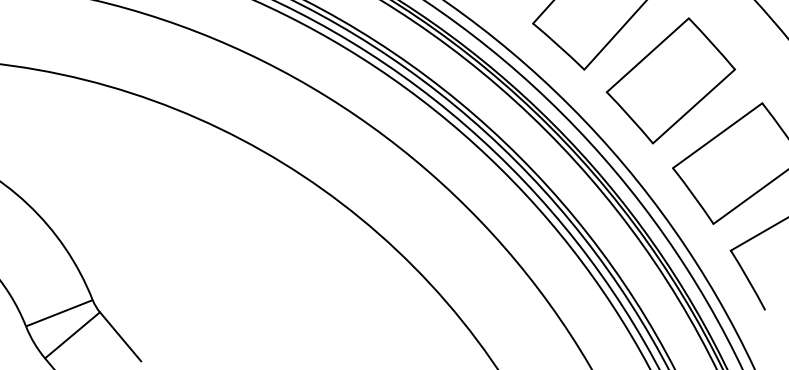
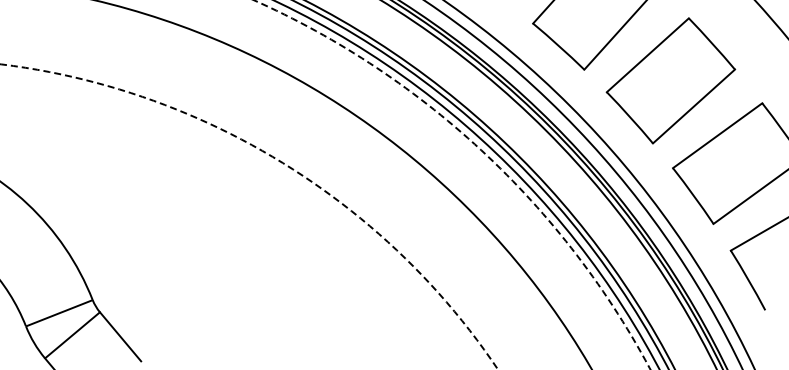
arc at (483, 152): solid -> dashed
arc at (282, 163): solid -> dashed
